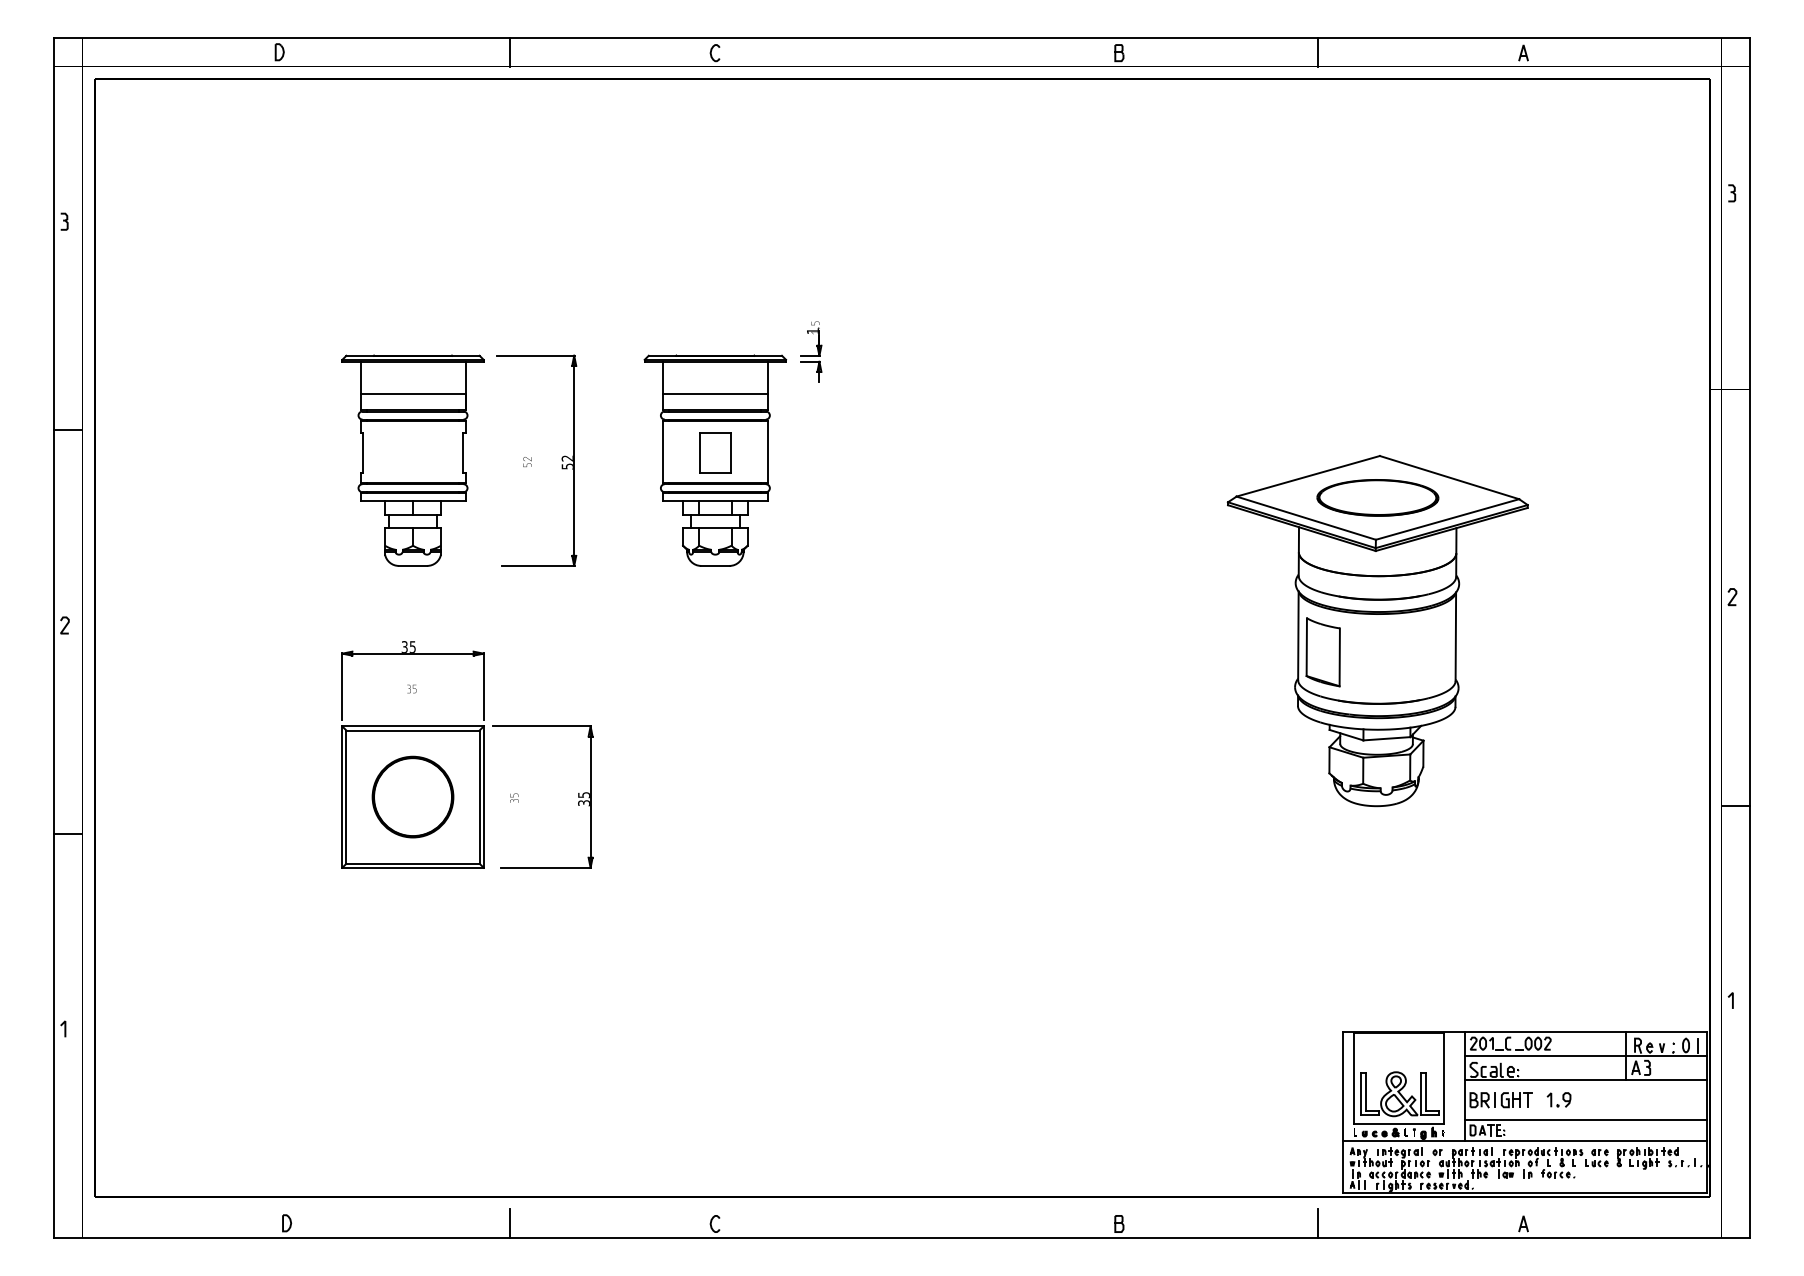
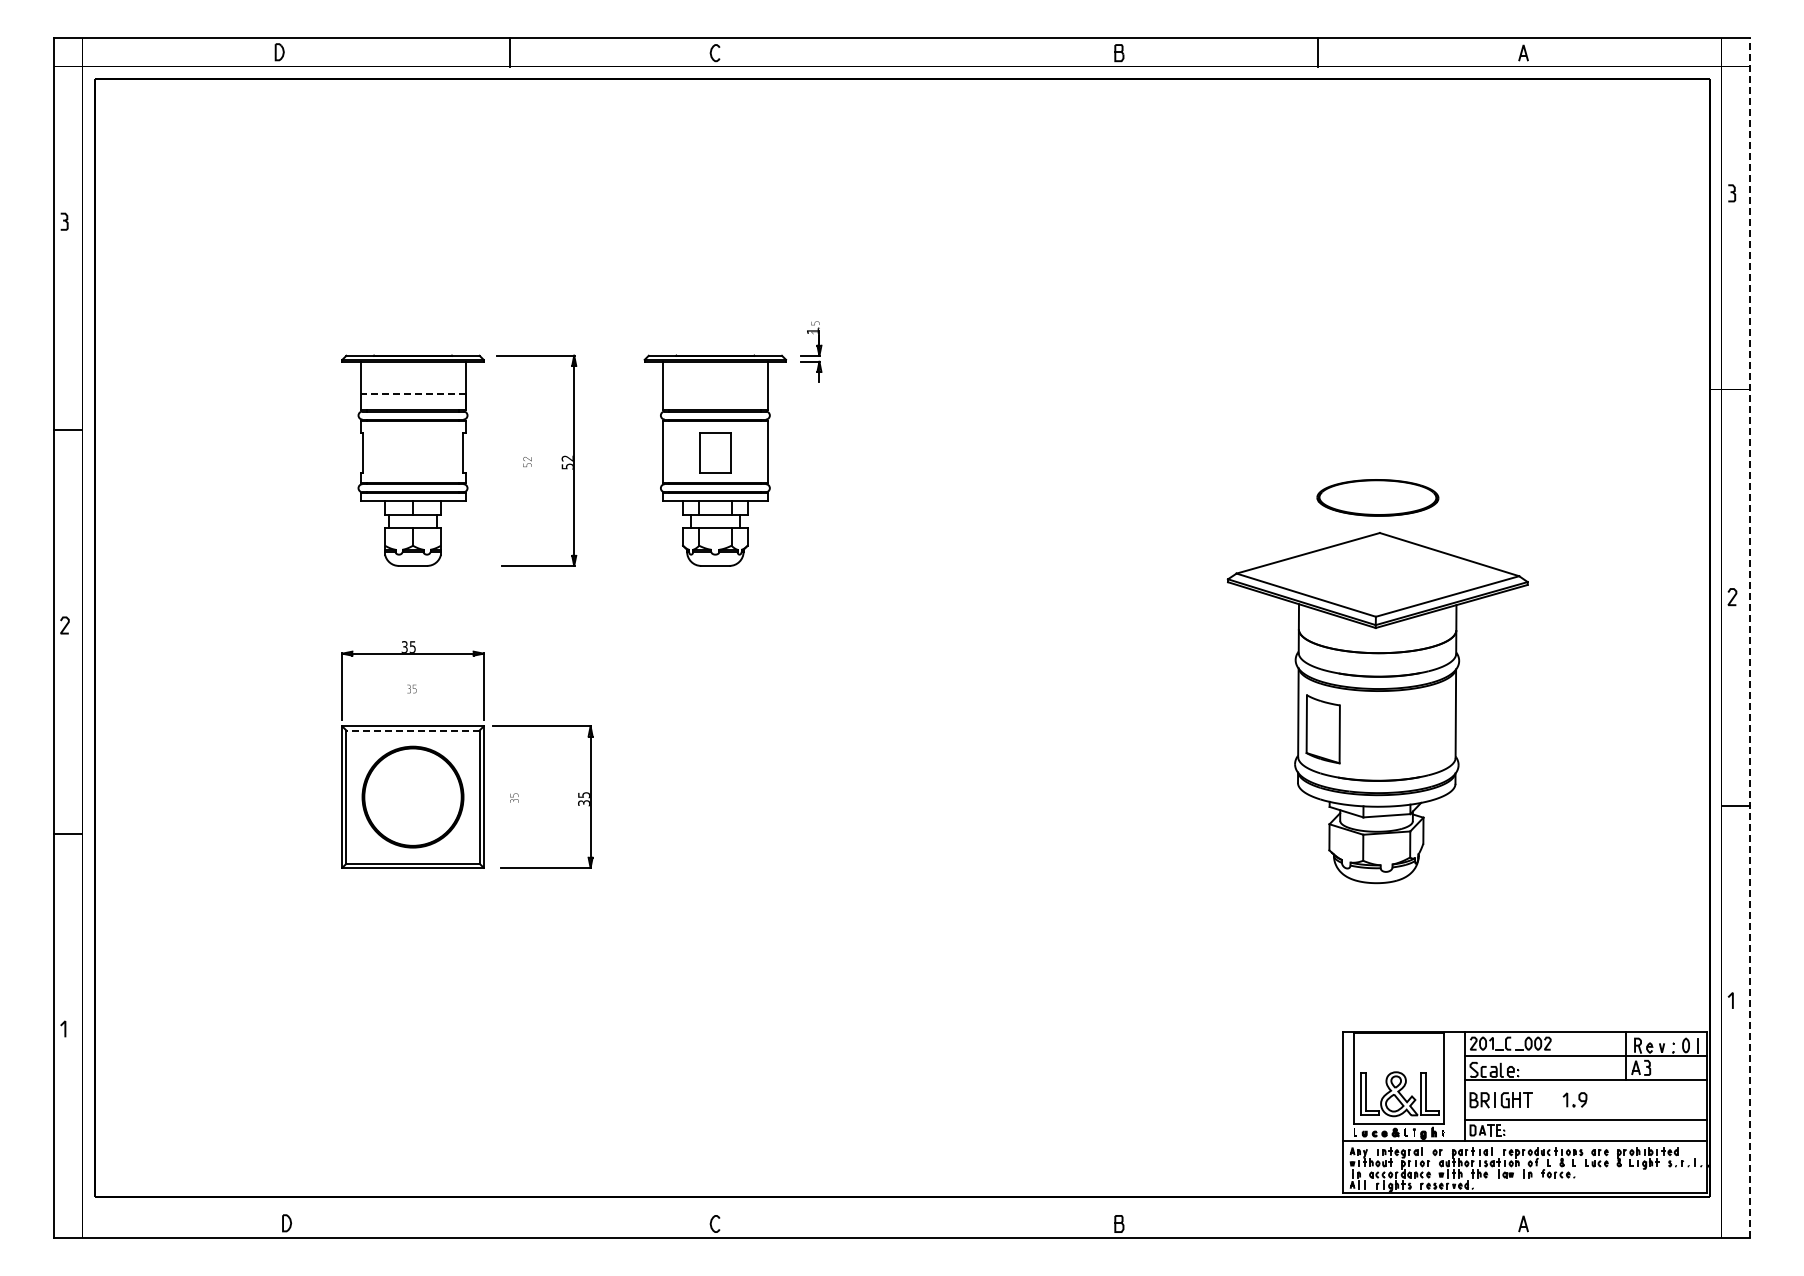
line at (412, 394): solid -> dashed
line at (714, 394): present -> none
part at (1377, 631) position: (1377, 631) -> (1377, 708)
line at (1749, 638): solid -> dashed
line at (413, 730): solid -> dashed
part at (412, 796) size: 84x84 px -> 104x104 px
part at (1558, 1099) position: (1558, 1099) -> (1574, 1099)
line at (510, 1223): present -> none
line at (1317, 1223): present -> none
